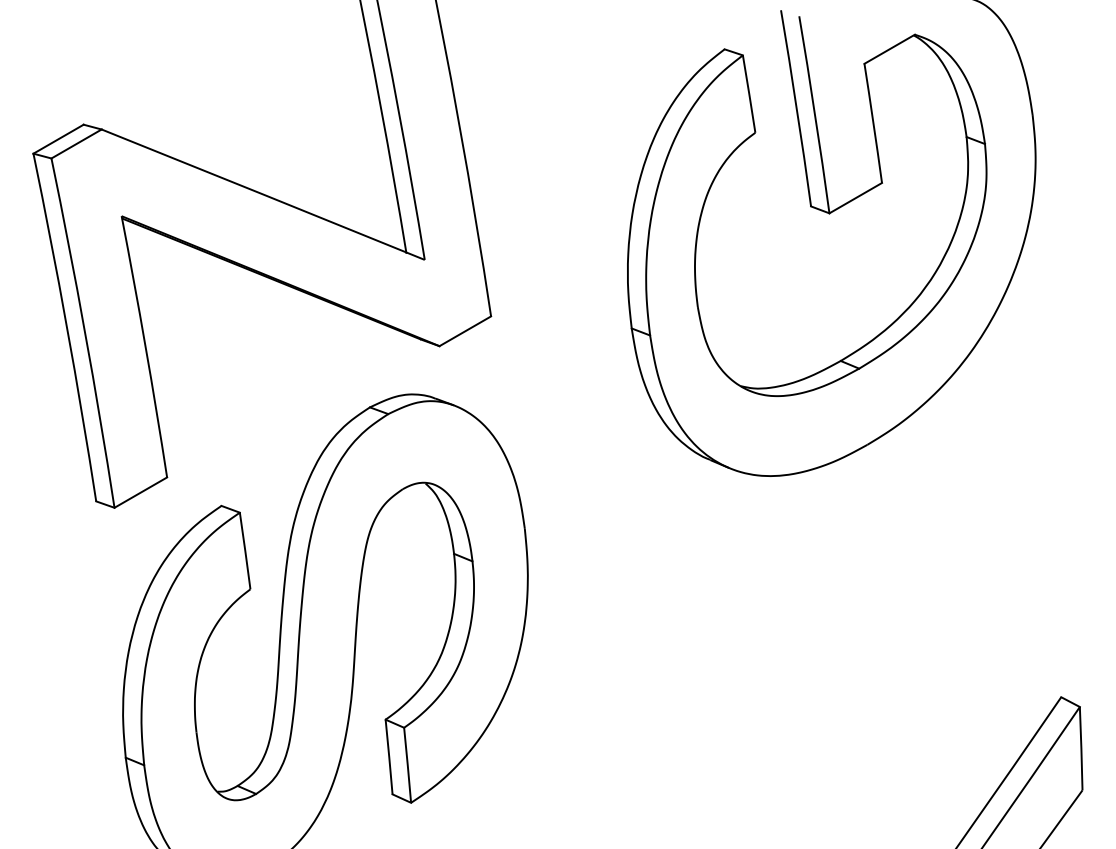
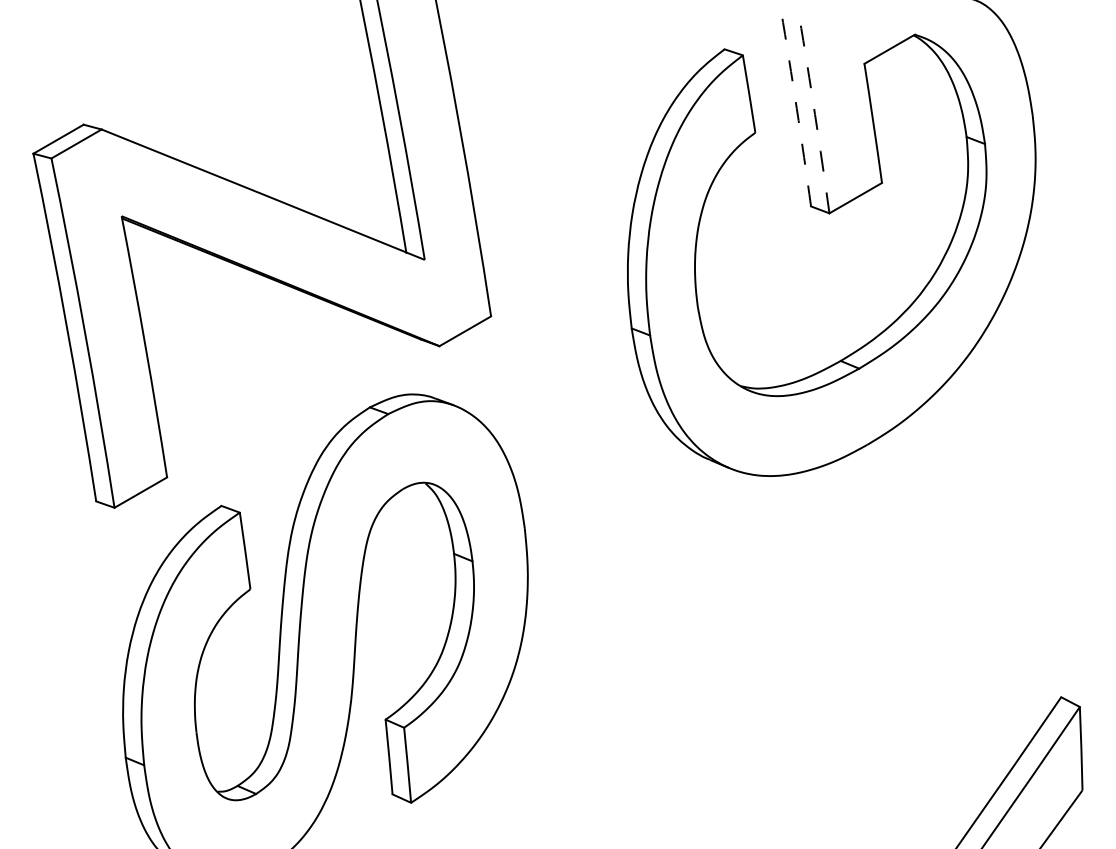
arc at (796, 108): solid -> dashed
arc at (815, 114): solid -> dashed
